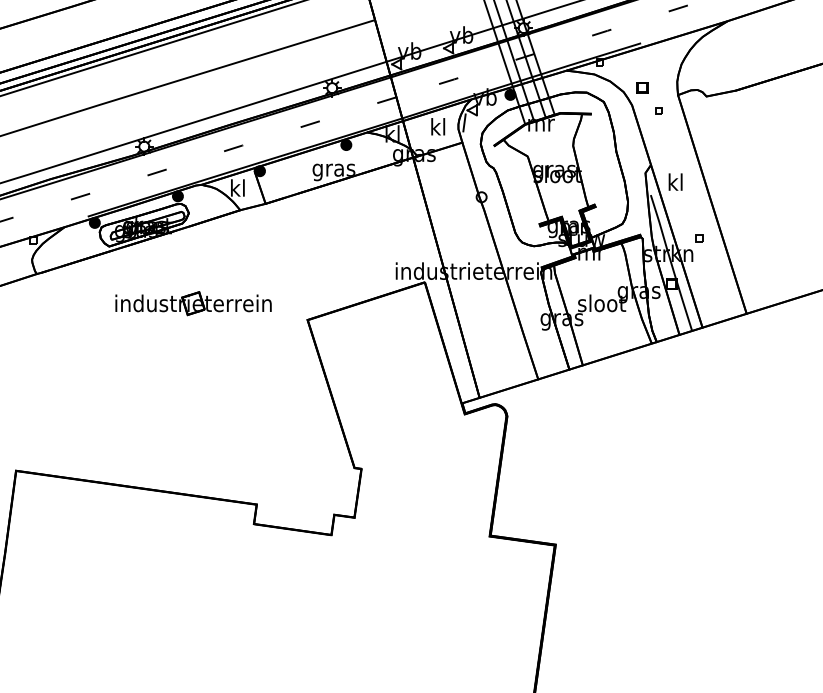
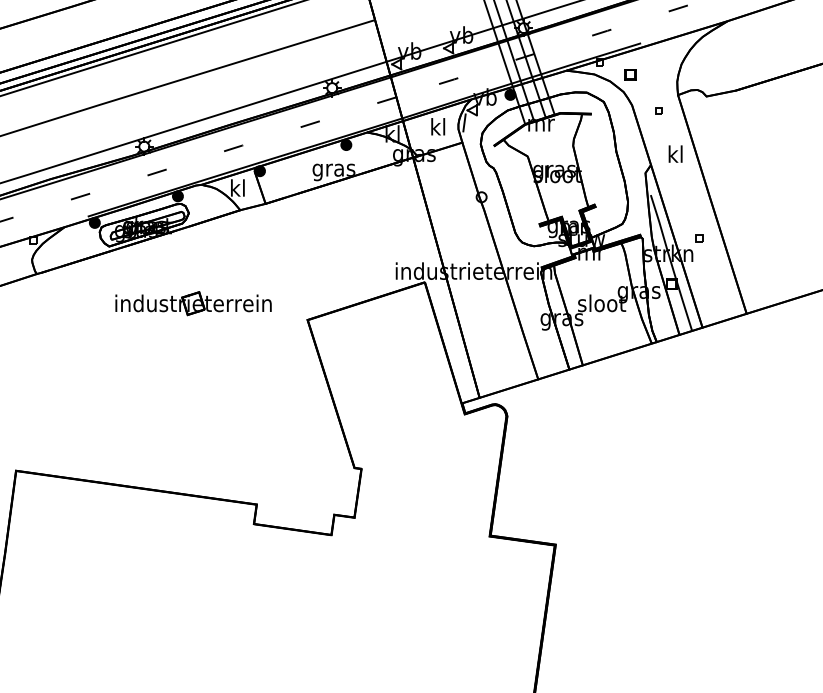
part at (642, 87) position: (642, 87) -> (630, 74)
text at (675, 181) position: (675, 181) -> (675, 153)
